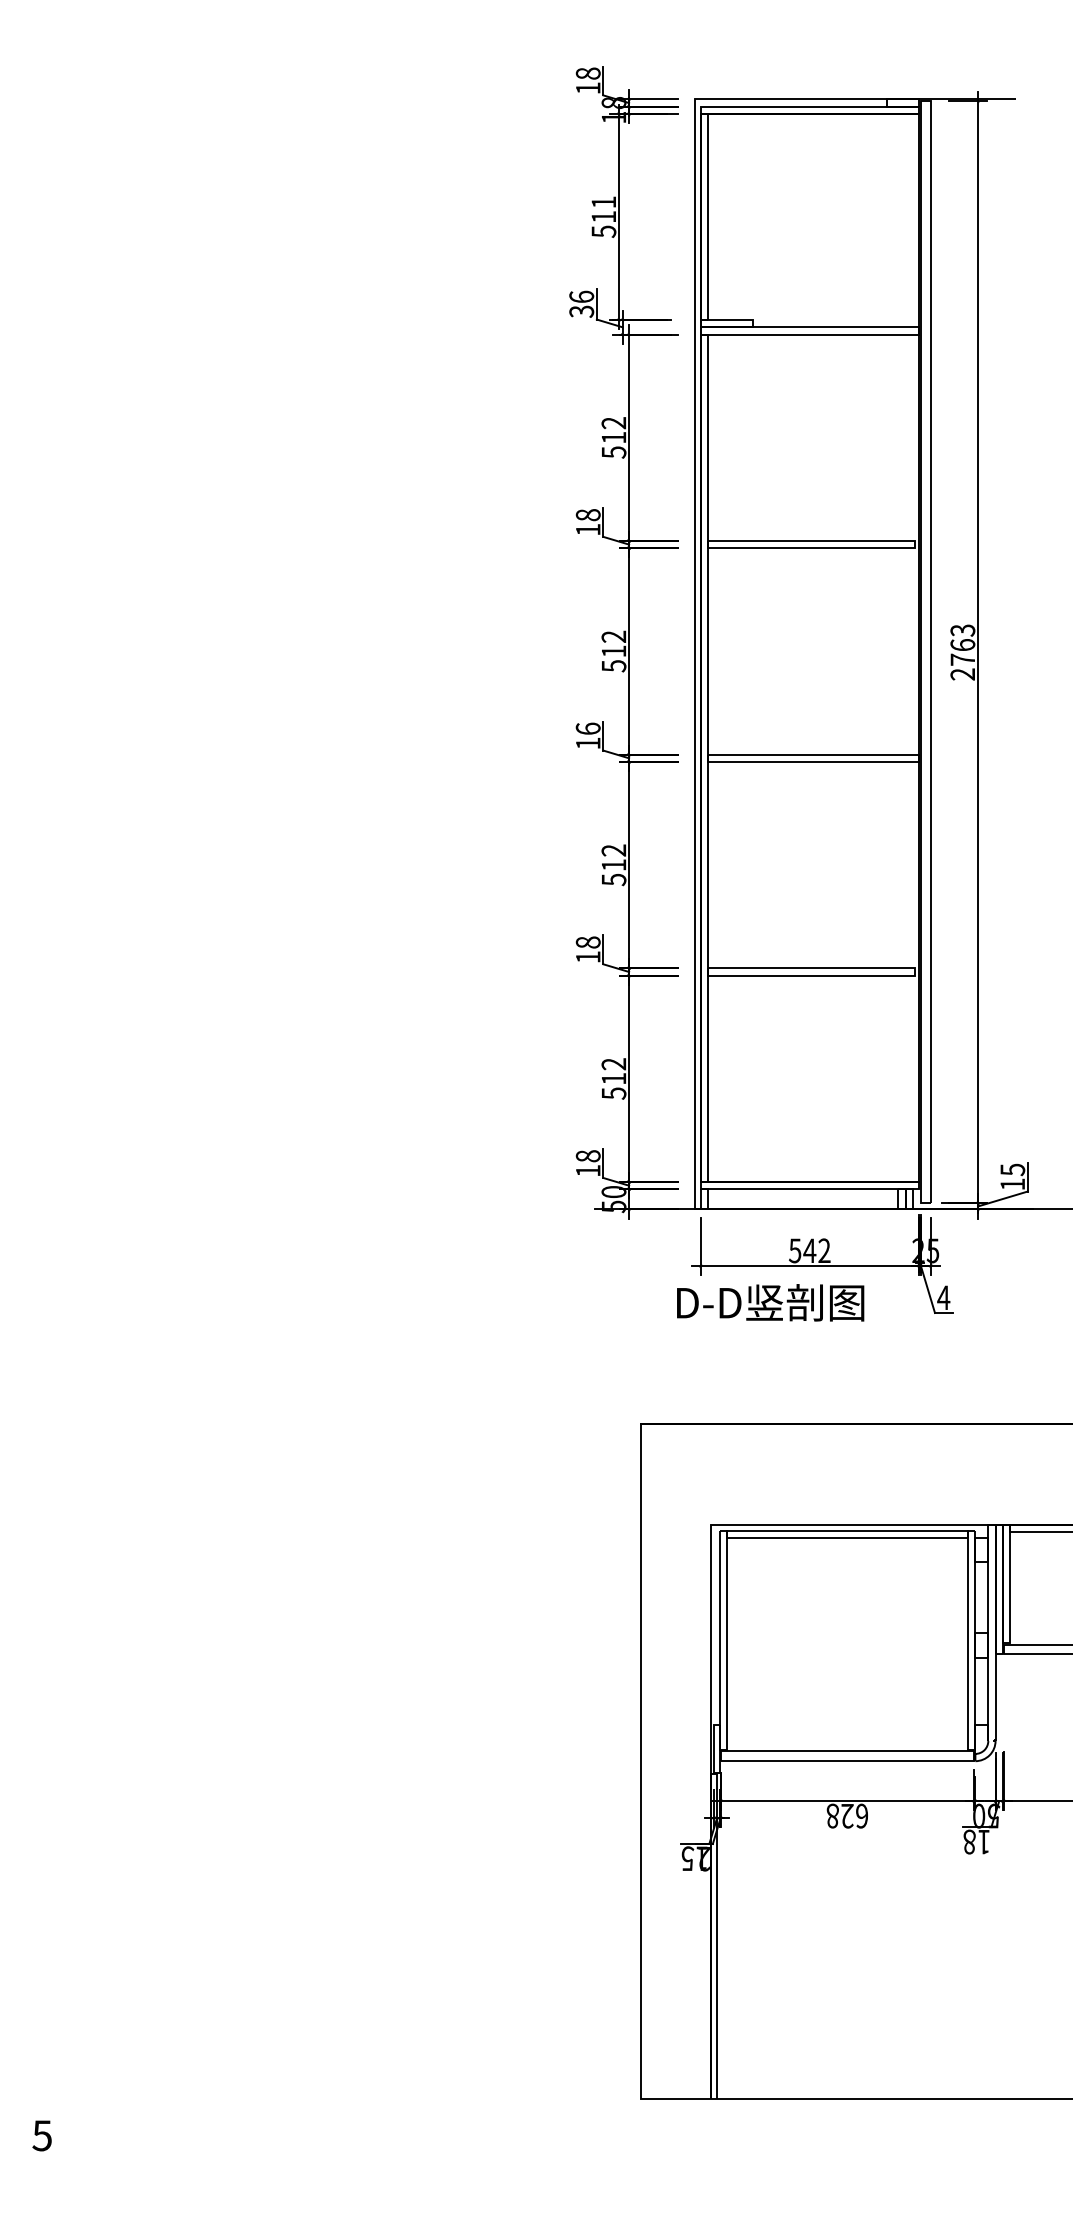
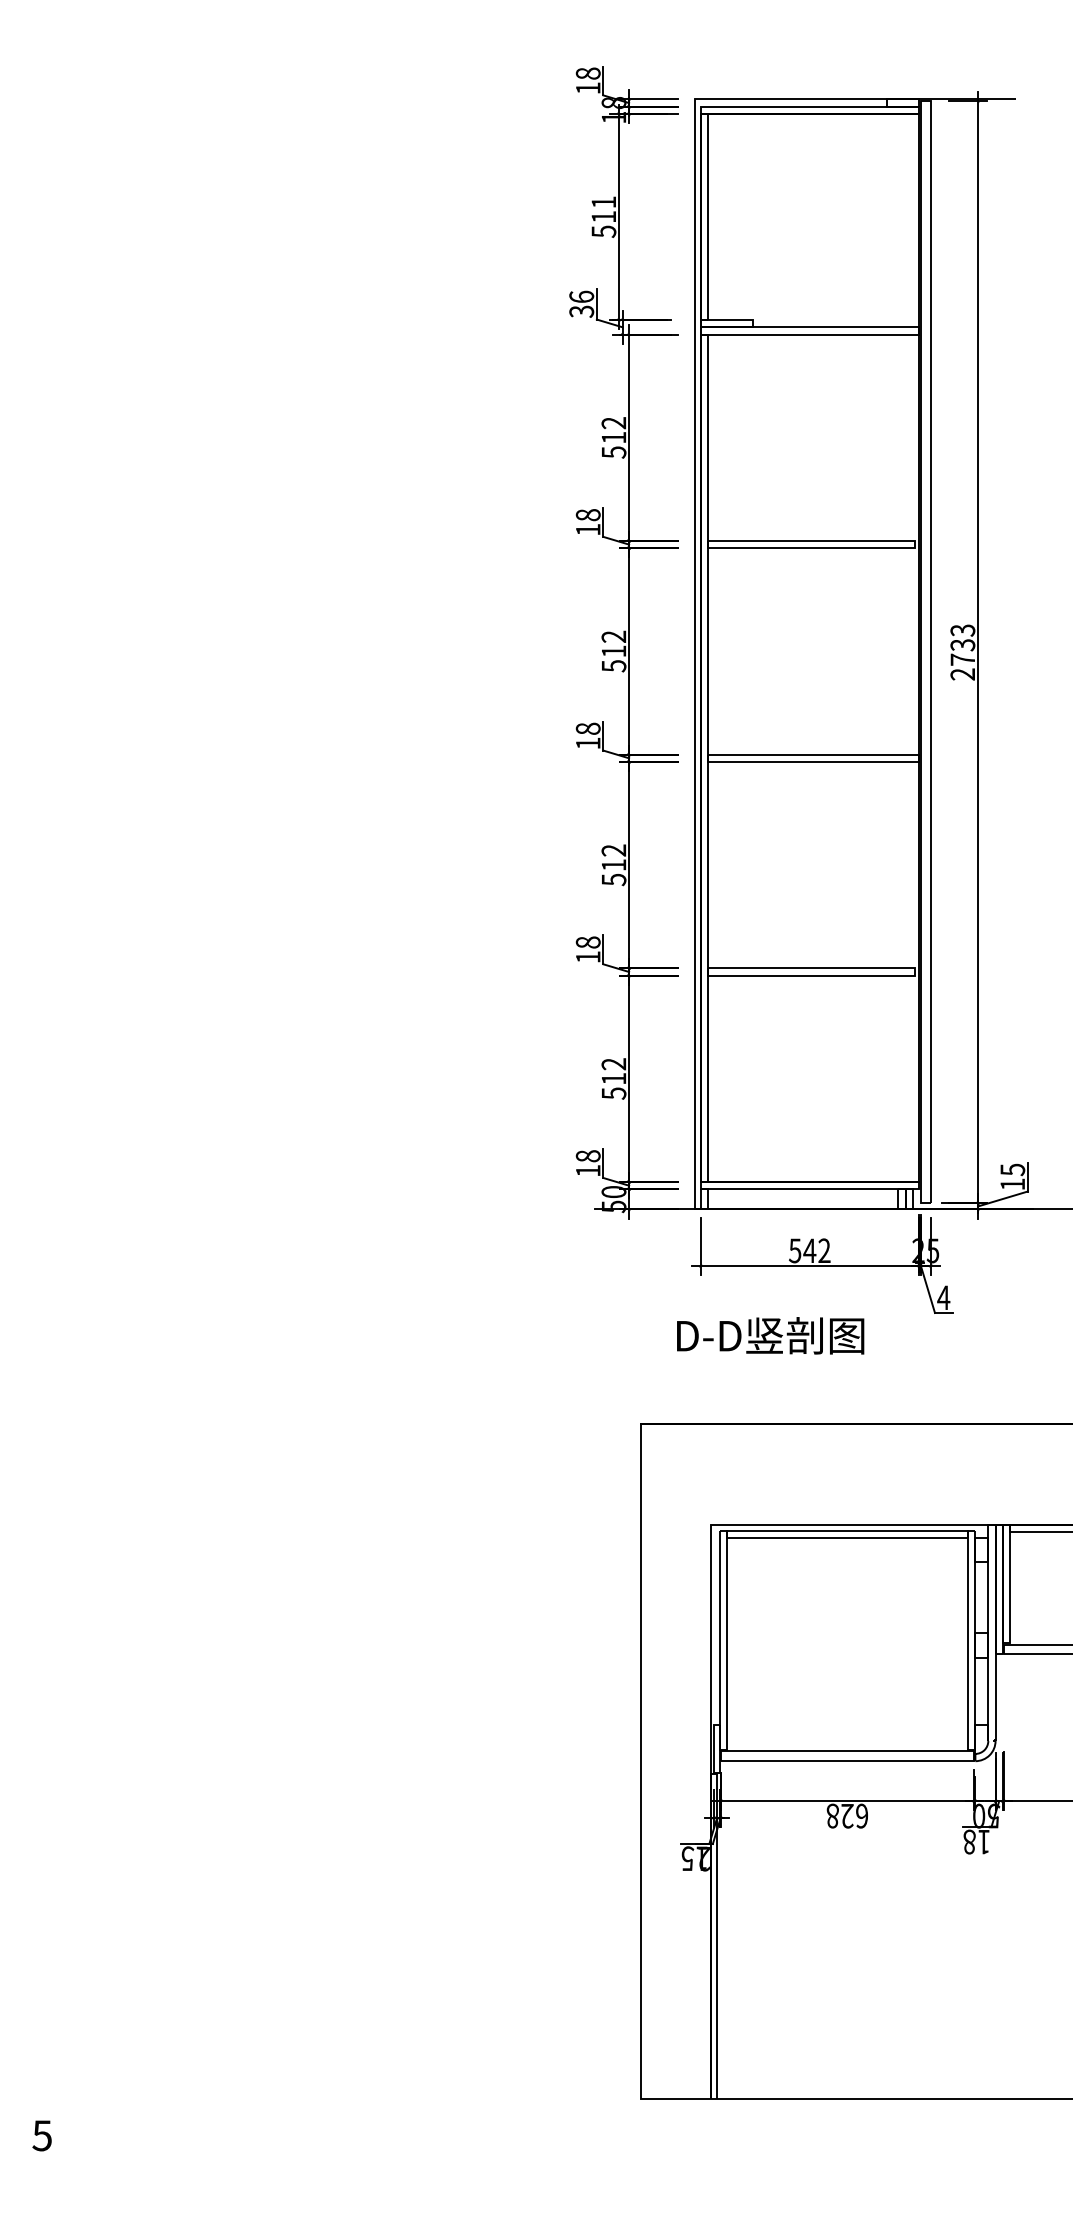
text at (962, 645): 2763 -> 2733
text at (587, 728): 16 -> 18
text at (770, 1302) position: (770, 1302) -> (770, 1335)
